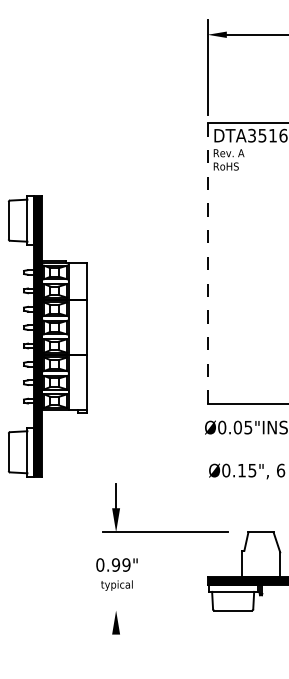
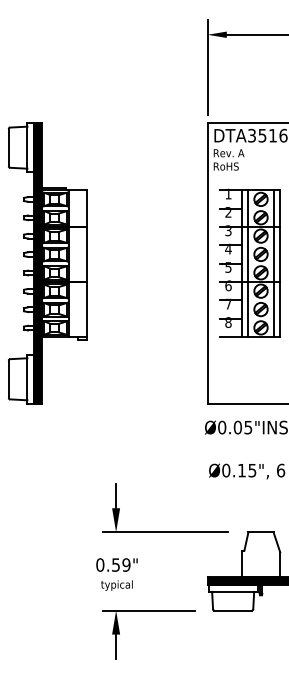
line at (207, 262): dashed -> solid
part at (249, 262): none -> present
part at (47, 336) position: (47, 336) -> (47, 263)
text at (115, 564): 0.99" -> 0.59"
line at (148, 610): none -> present
line at (116, 646): none -> present
